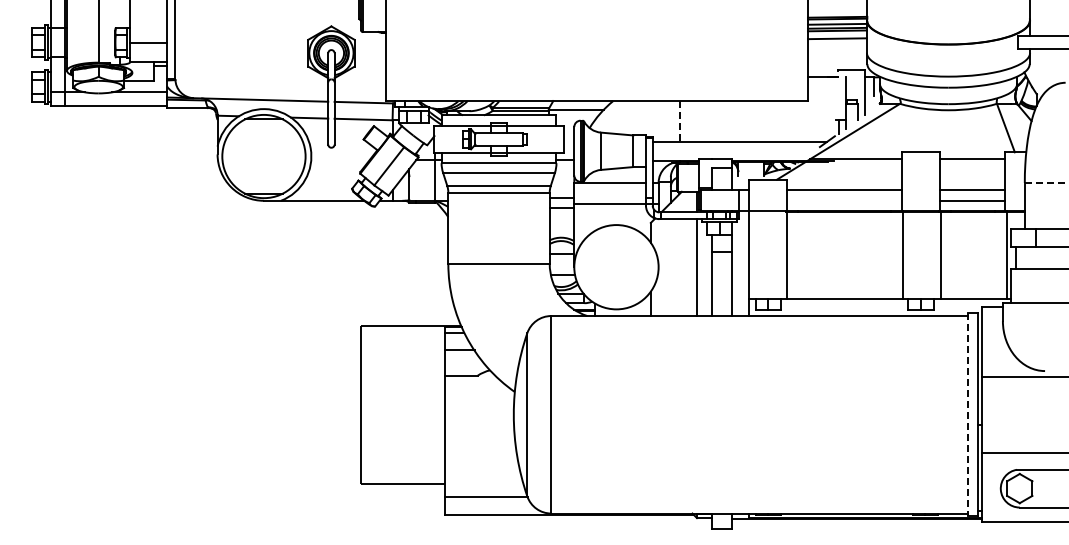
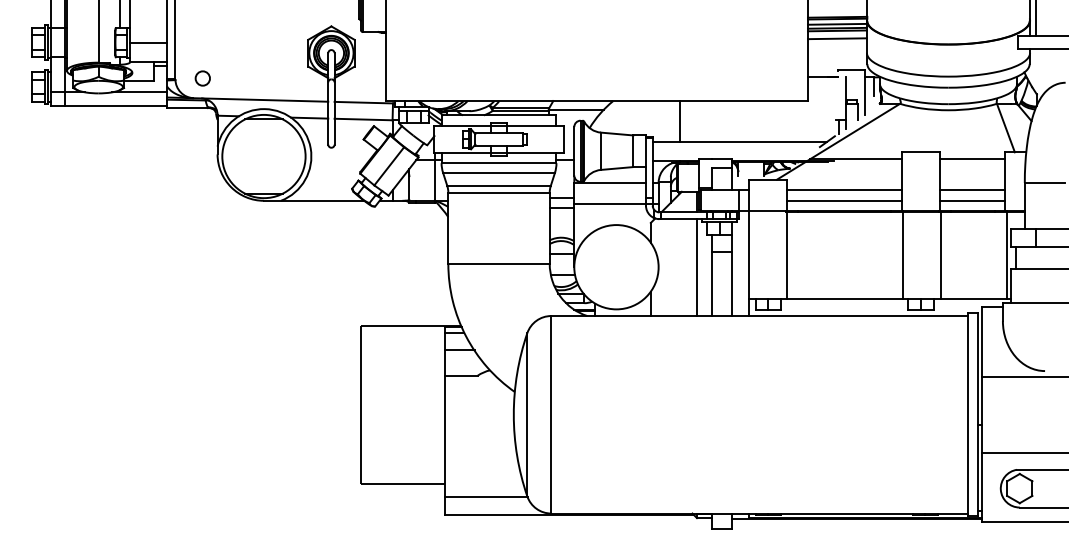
line at (119, 15): none -> present
line at (1035, 19): none -> present
circle at (202, 78): none -> present
line at (679, 121): dashed -> solid
line at (1044, 182): dashed -> solid
line at (844, 200): none -> present
line at (968, 414): dashed -> solid
